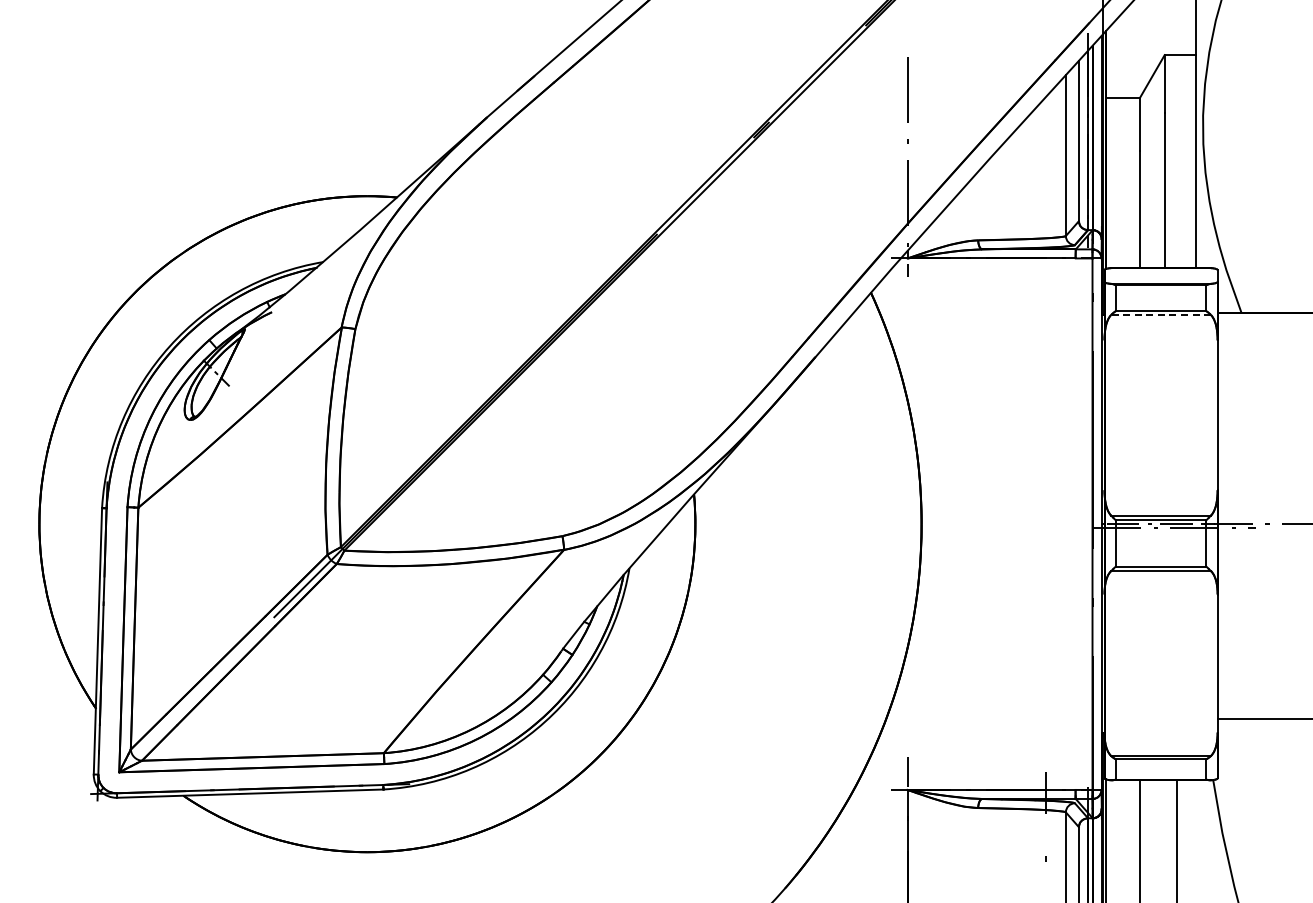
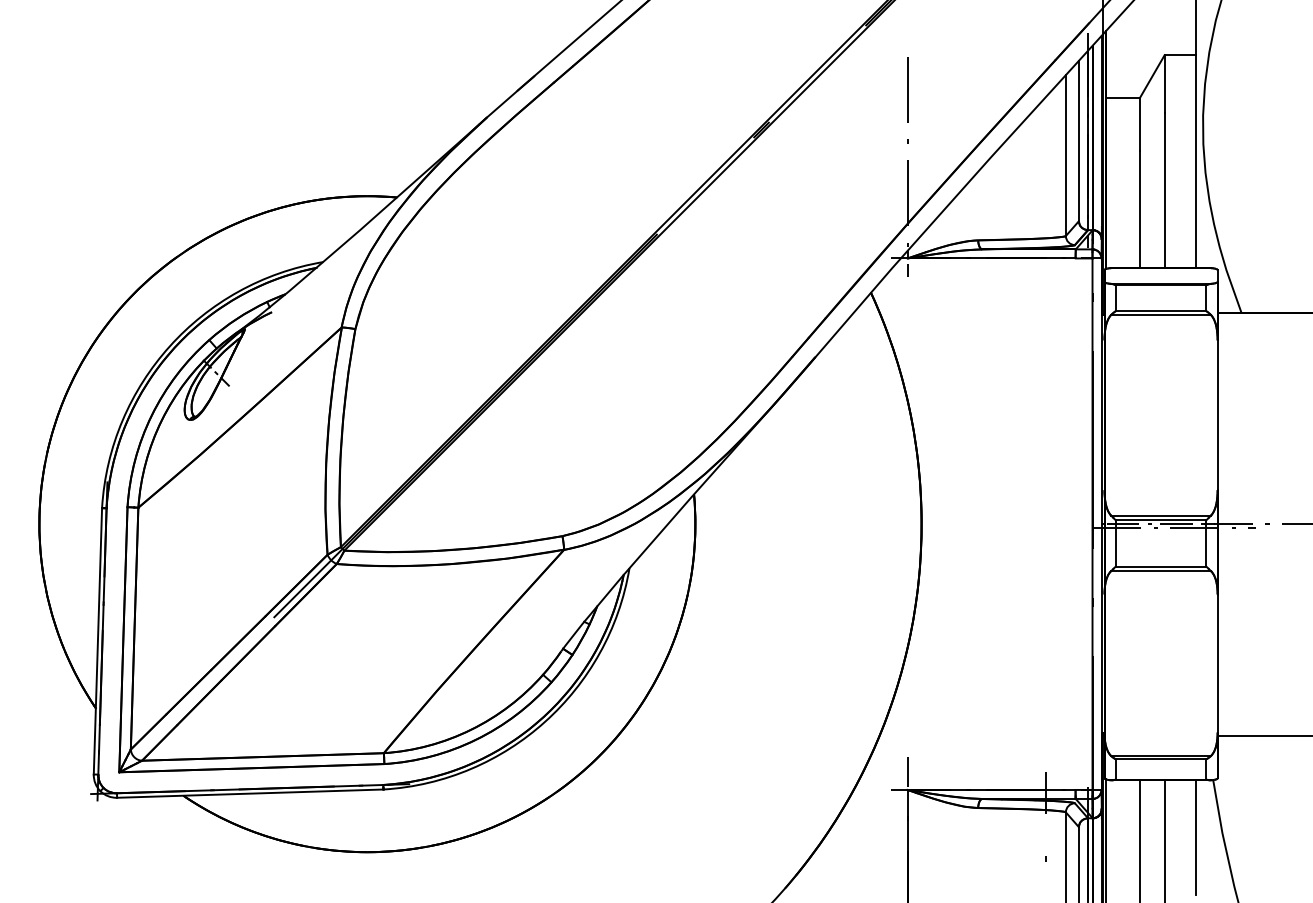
line at (1161, 315): dashed -> solid
line at (1263, 718) position: (1263, 718) -> (1263, 735)
line at (1196, 837): none -> present
line at (1176, 839) position: (1176, 839) -> (1164, 839)
